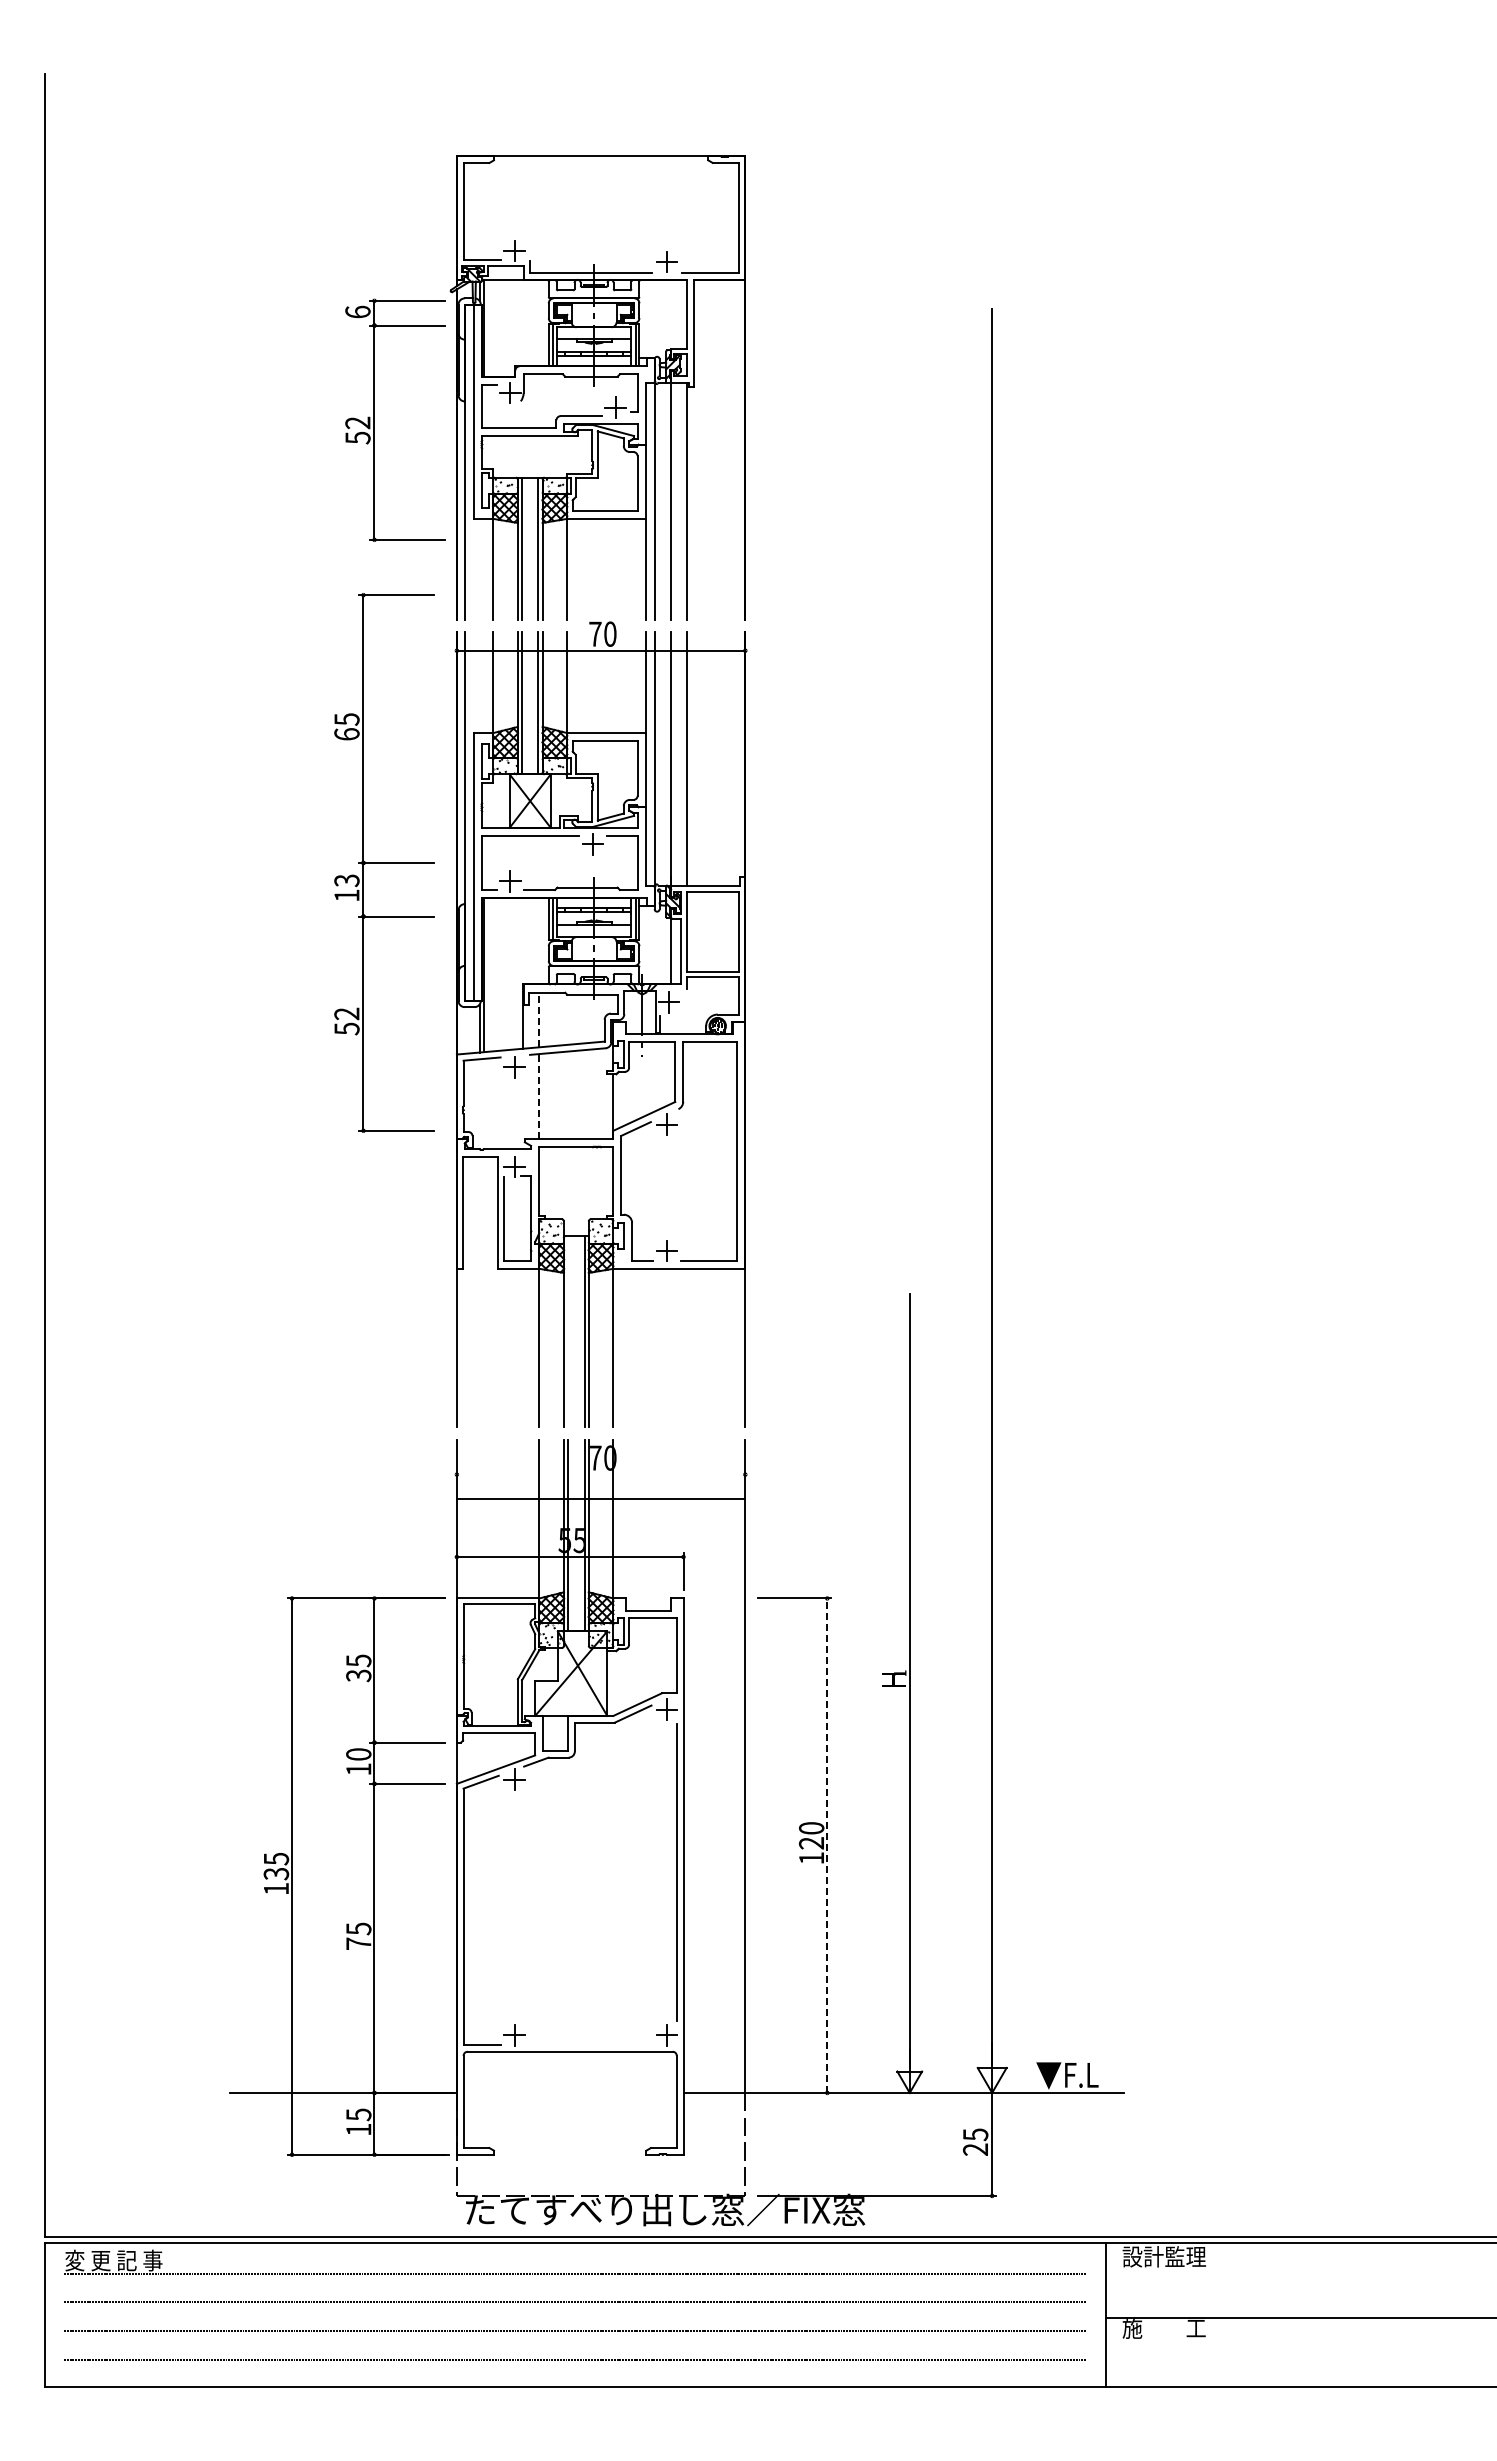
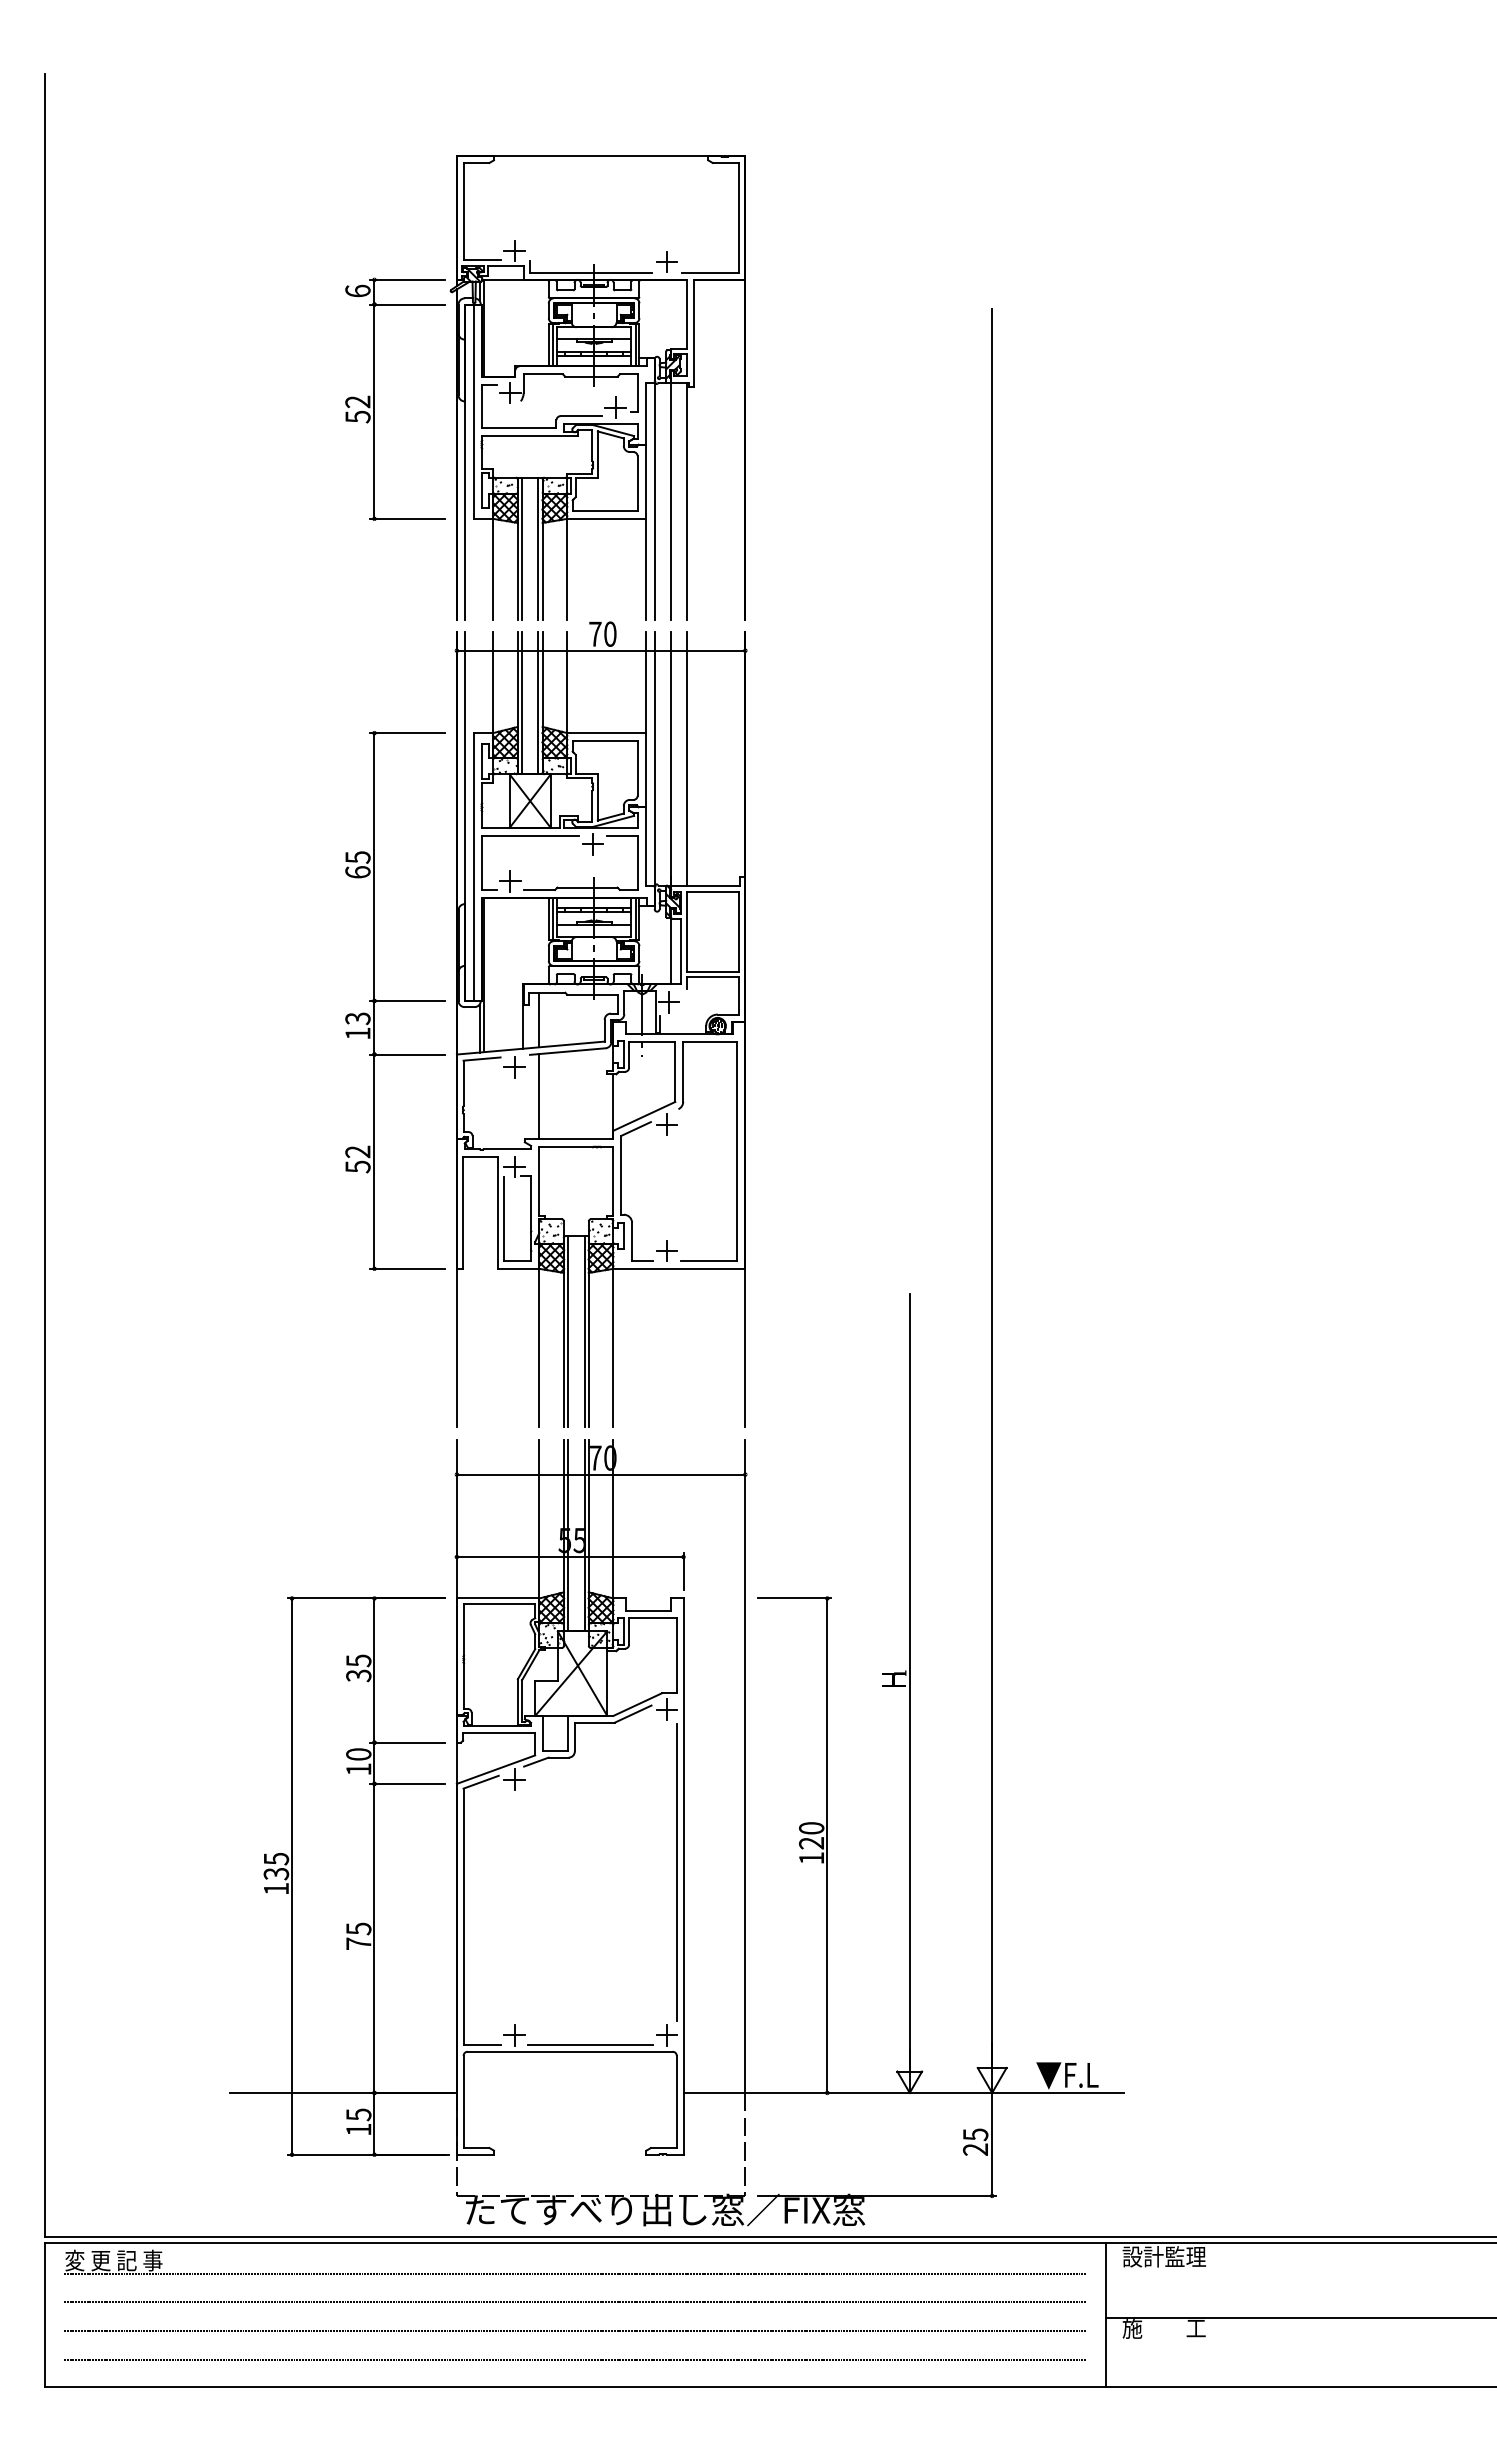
part at (374, 419) position: (374, 419) -> (374, 398)
part at (384, 862) position: (384, 862) -> (395, 1000)
line at (539, 1019): dashed -> solid
line at (539, 1096): dashed -> solid
line at (568, 1331): none -> present
line at (600, 1498) position: (600, 1498) -> (600, 1474)
line at (827, 1845): dashed -> solid
line at (590, 2045): none -> present
